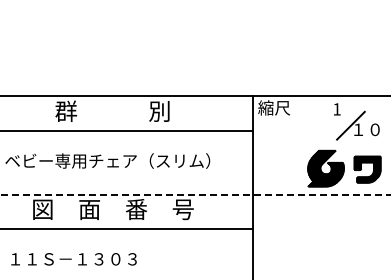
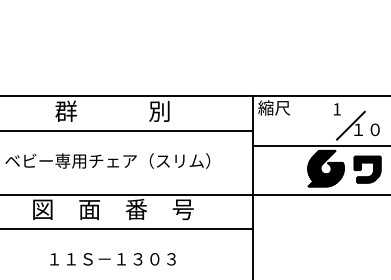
line at (319, 145): none -> present
line at (195, 195): dashed -> solid
text at (73, 259) position: (73, 259) -> (112, 259)
